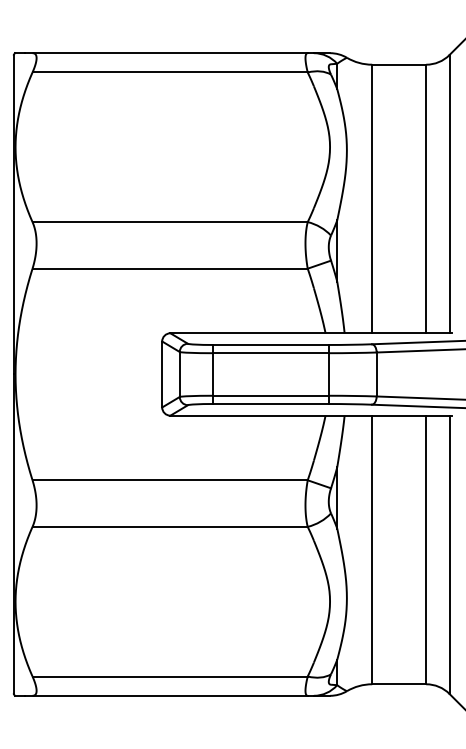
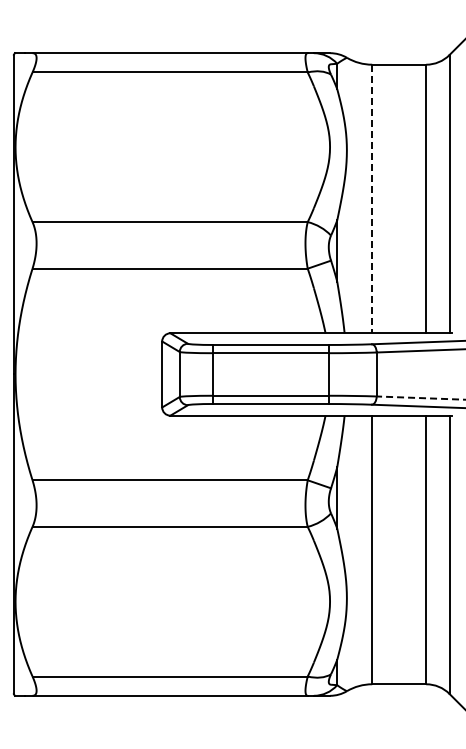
line at (372, 199): solid -> dashed
line at (420, 398): solid -> dashed
